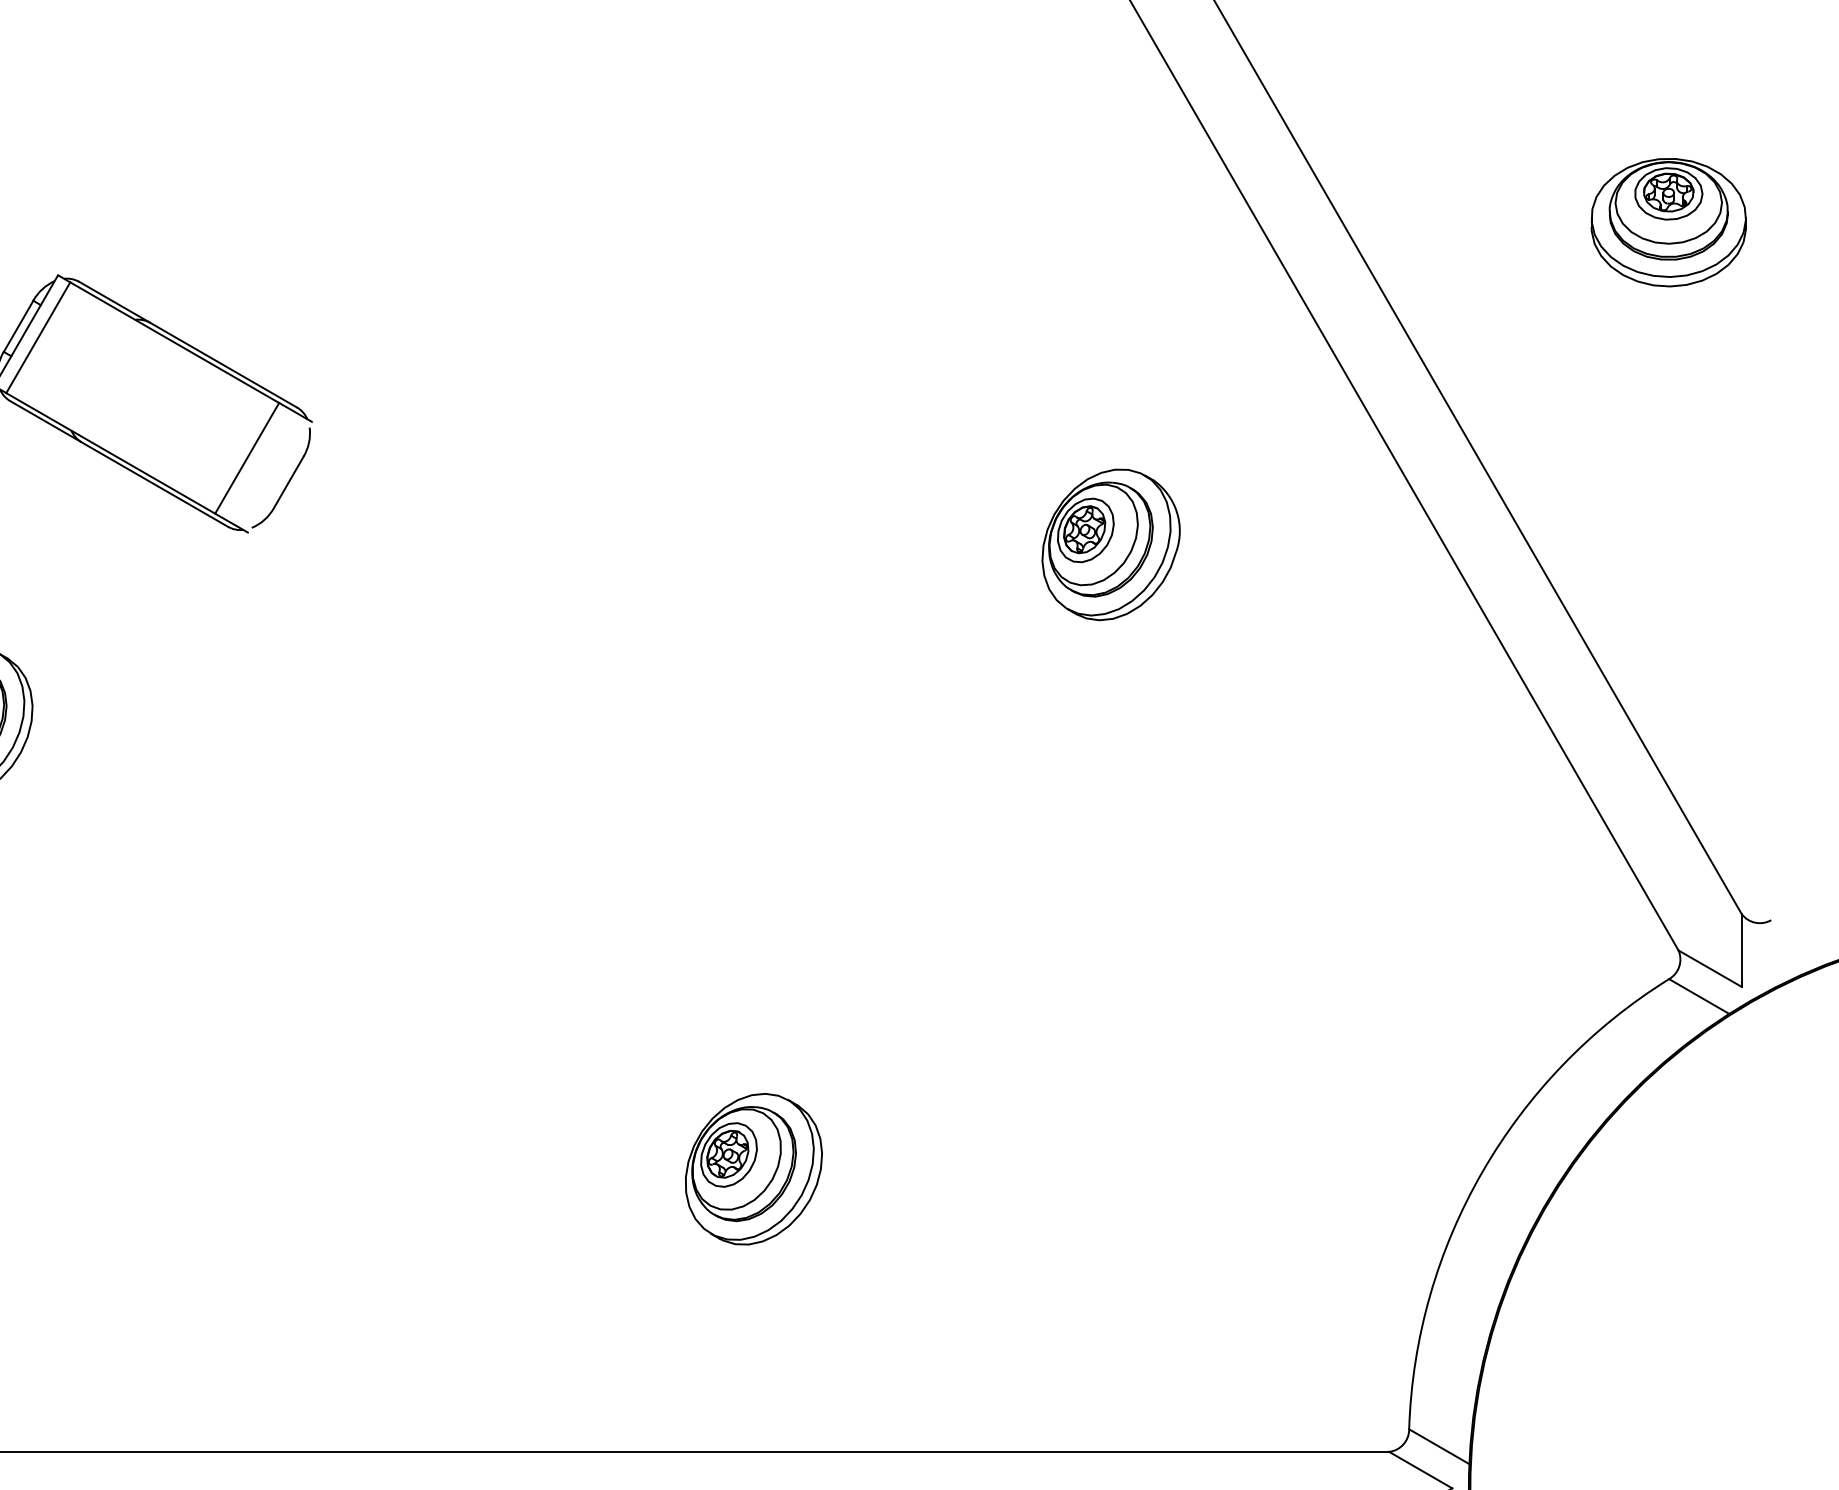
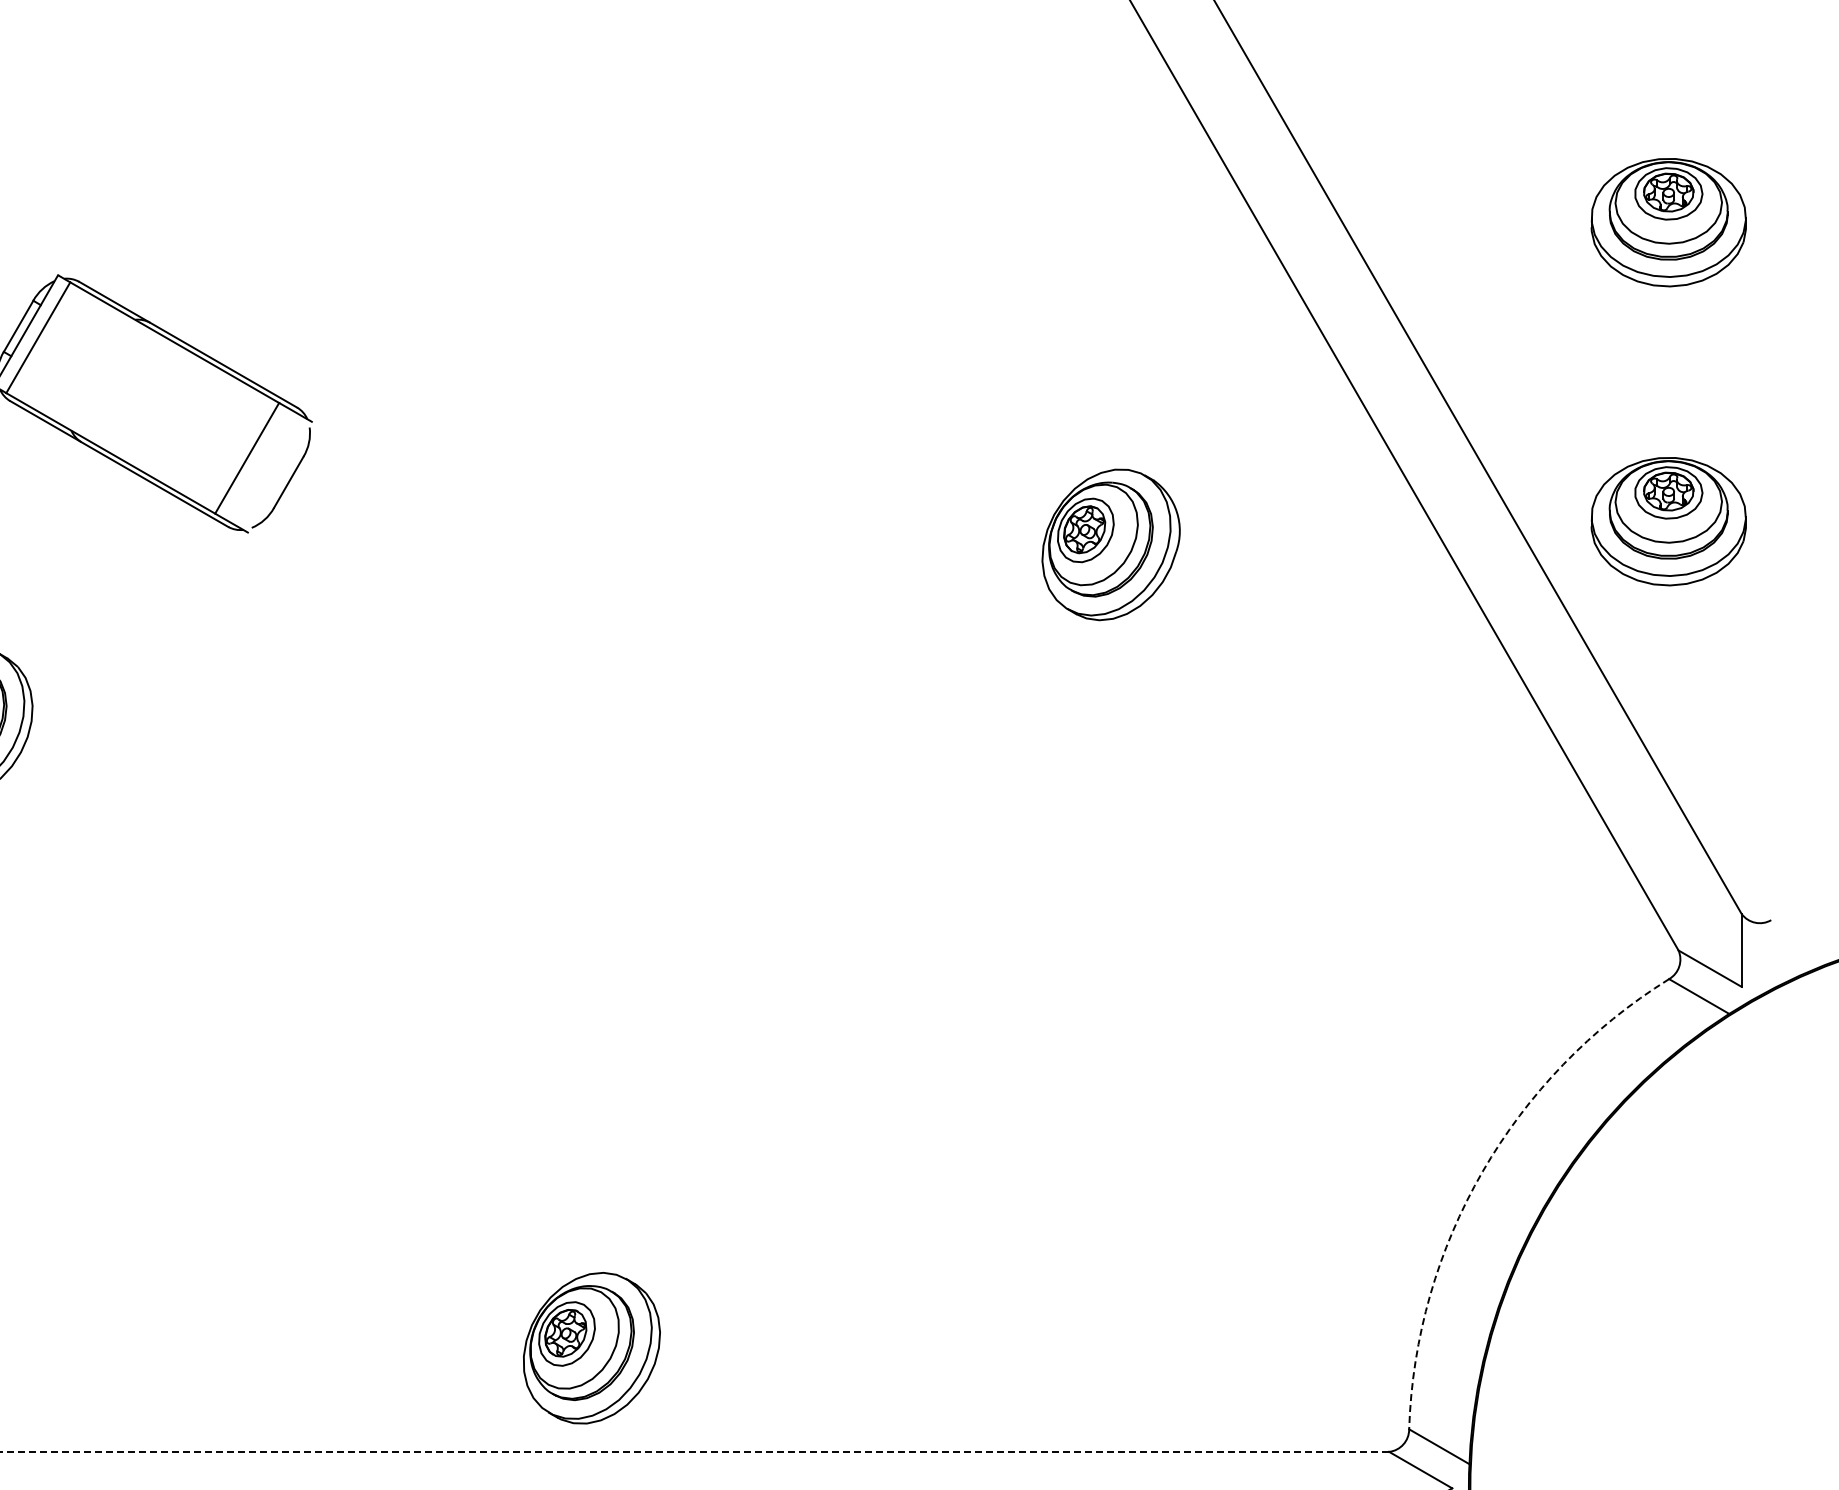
part at (1668, 521): none -> present
part at (753, 1169) position: (753, 1169) -> (591, 1348)
arc at (1482, 1171): solid -> dashed
line at (694, 1451): solid -> dashed
